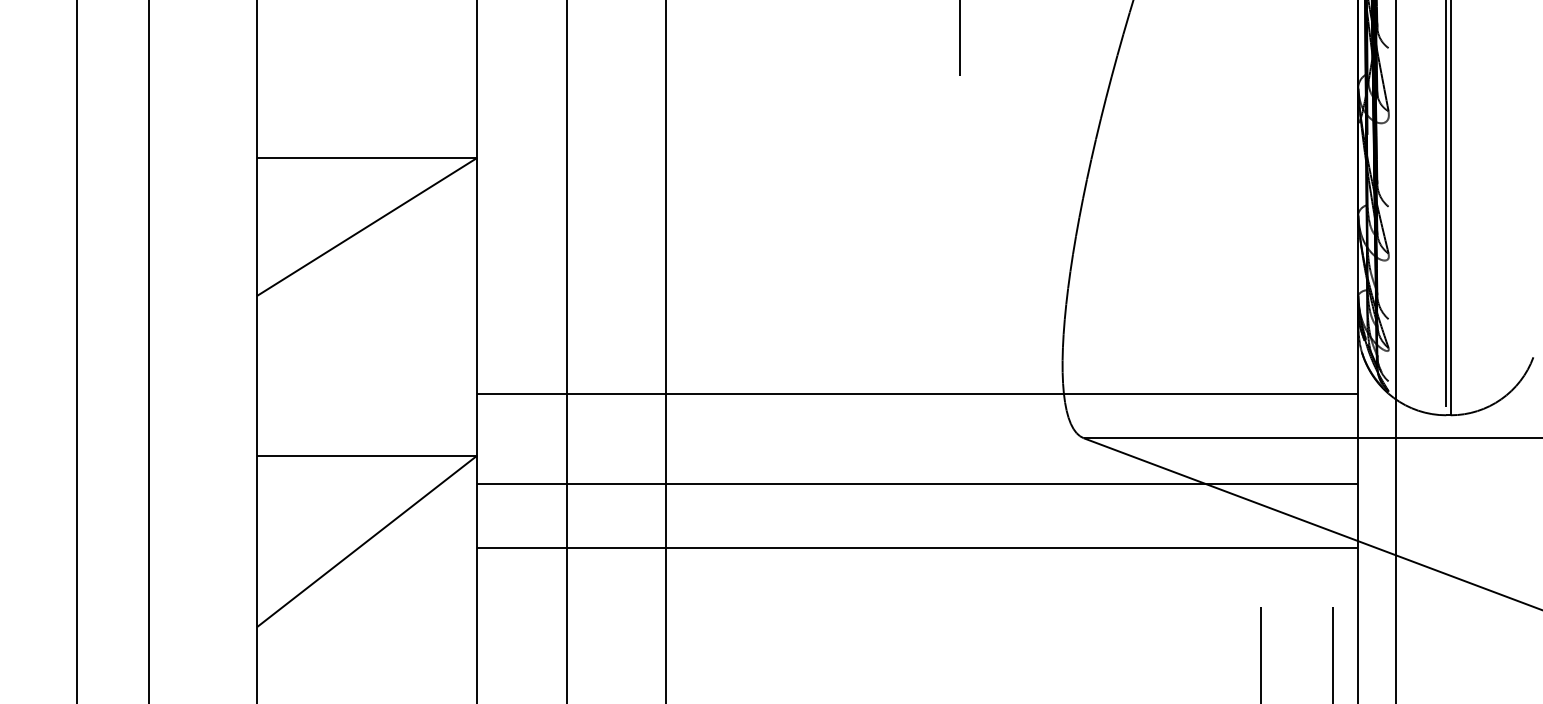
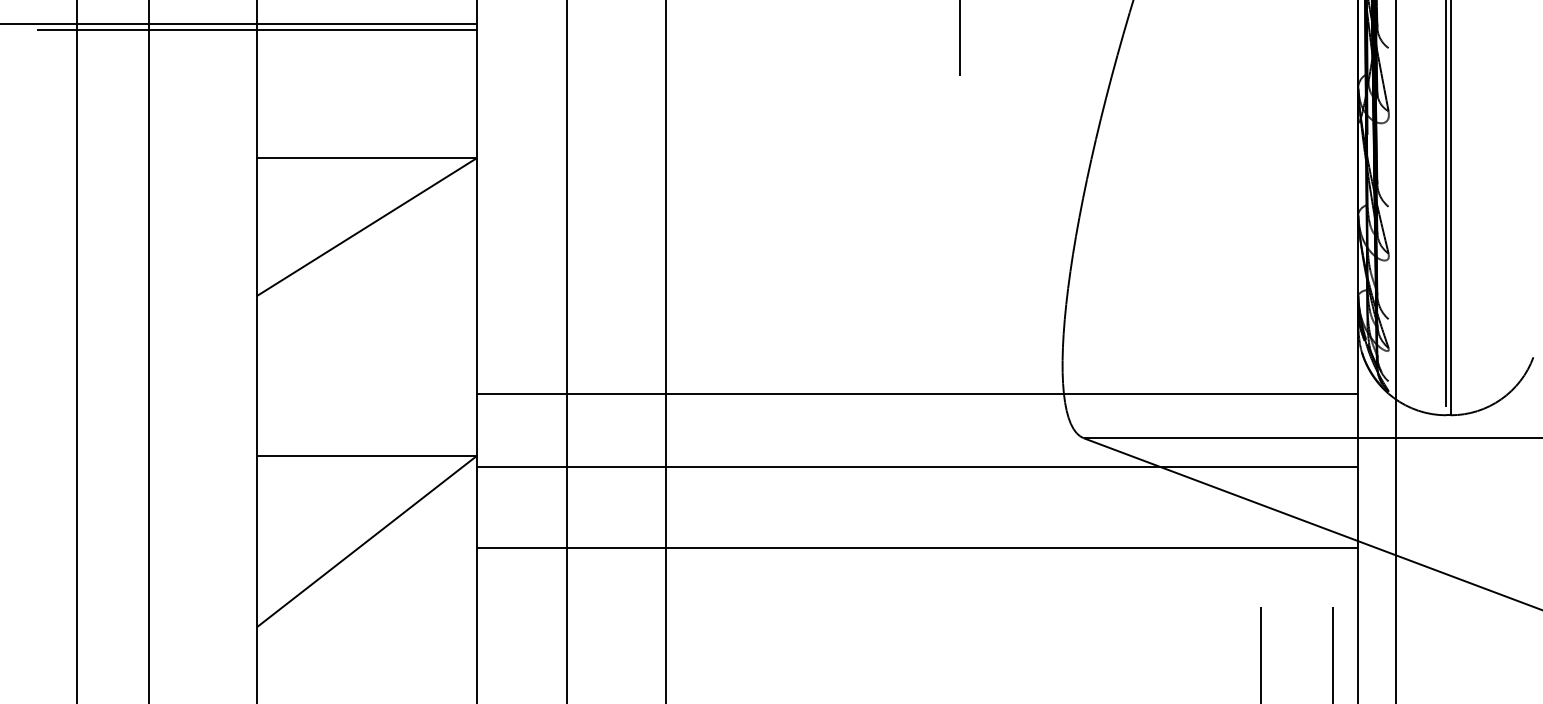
line at (239, 24): none -> present
line at (256, 29): none -> present
line at (917, 484) position: (917, 484) -> (917, 467)
